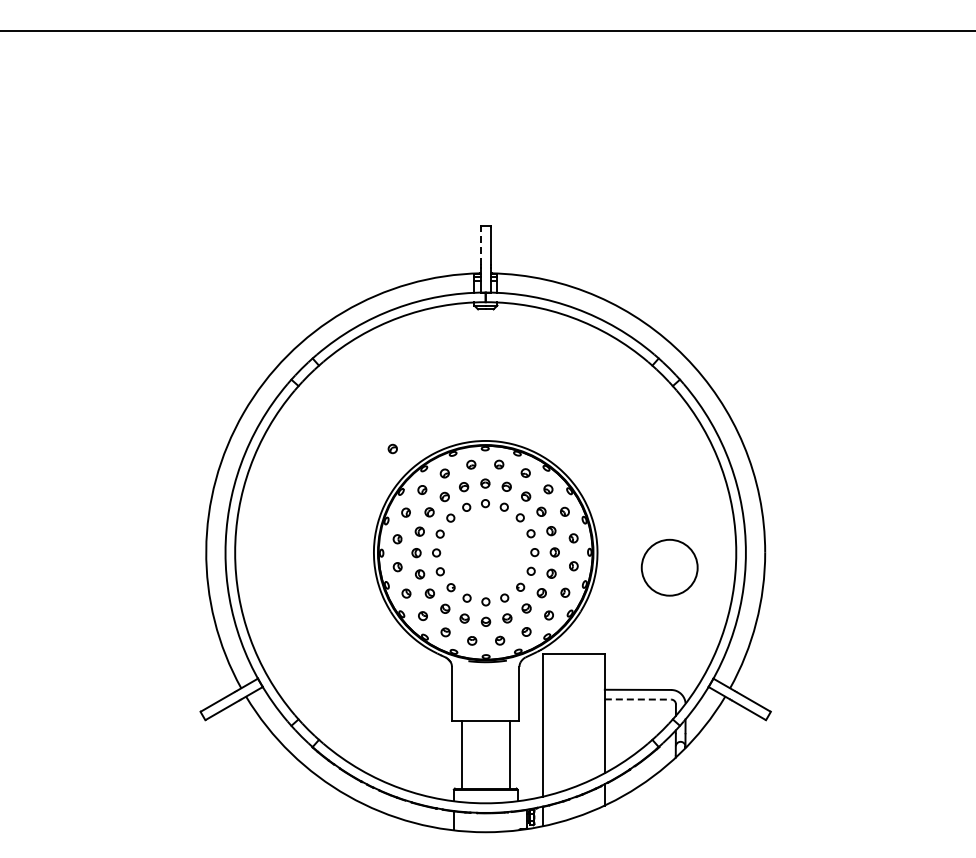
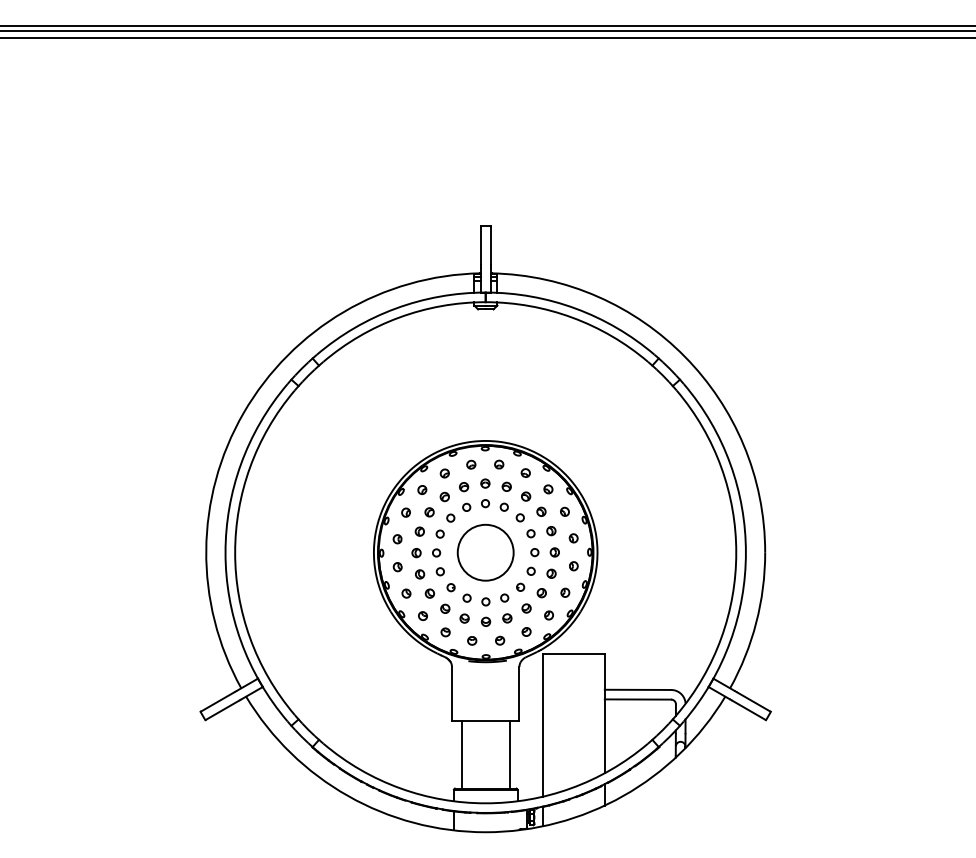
line at (487, 25): none -> present
line at (487, 38): none -> present
line at (480, 245): dashed -> solid
part at (392, 448): present -> none
circle at (669, 567) position: (669, 567) -> (485, 552)
line at (638, 699): dashed -> solid
